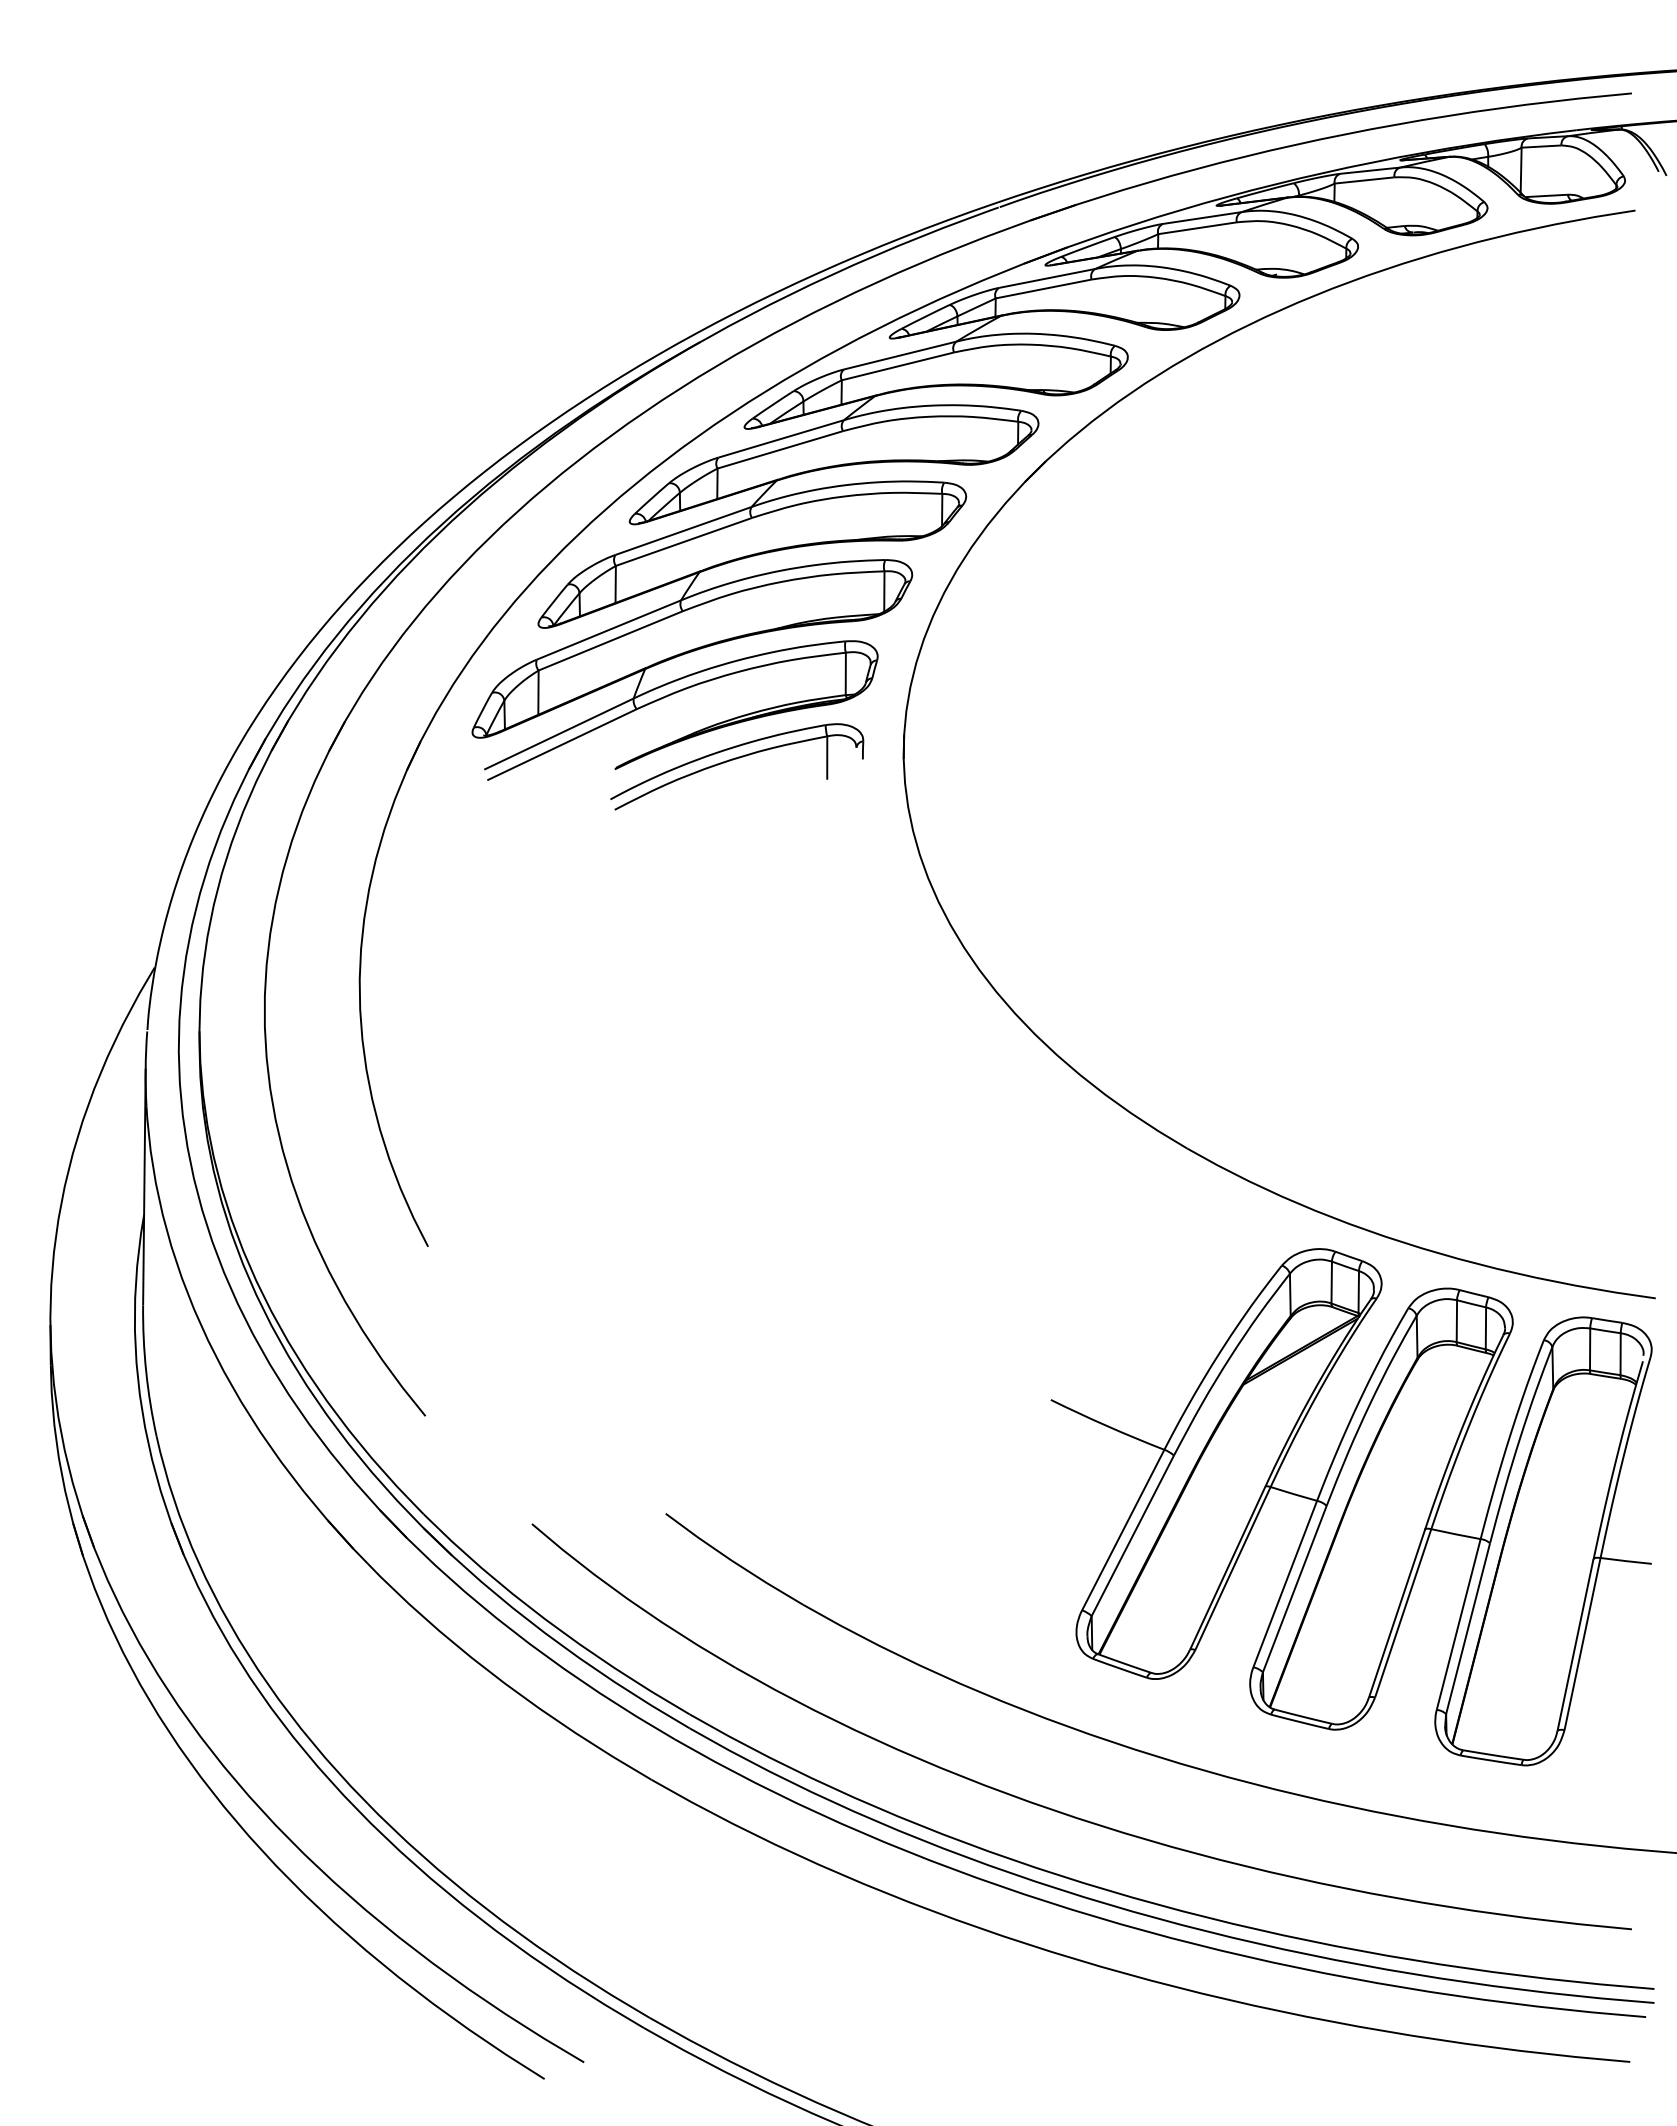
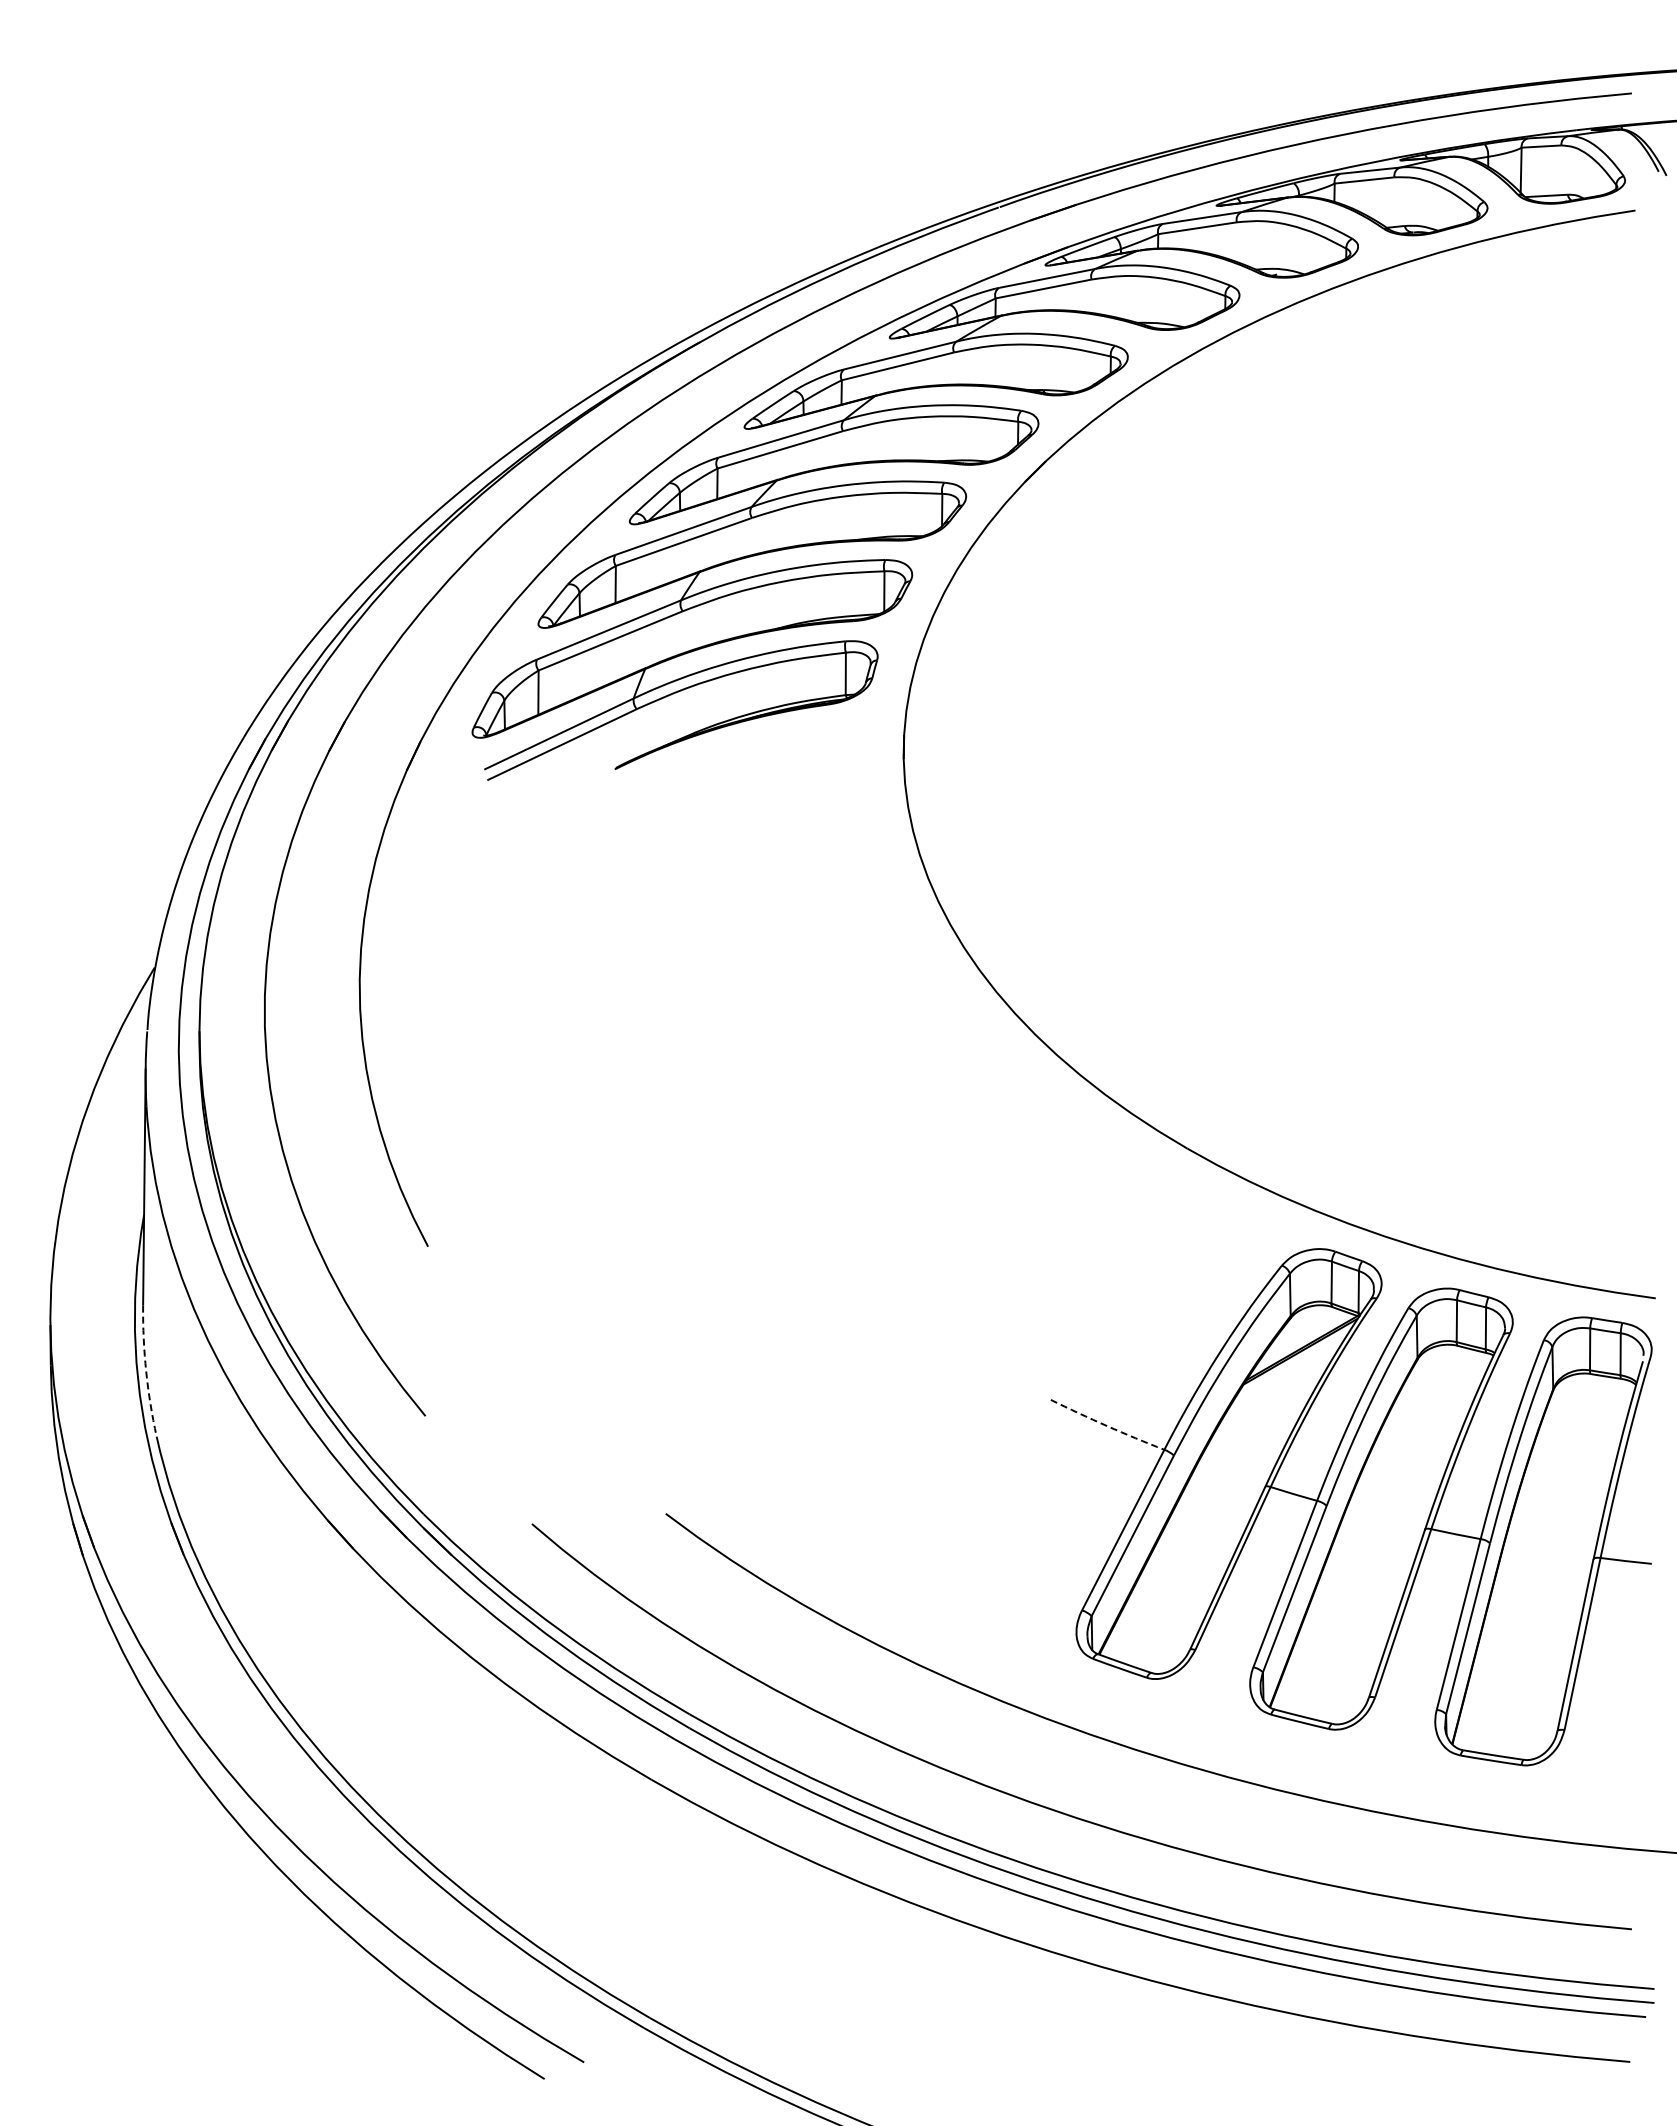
part at (736, 759): present -> none
arc at (146, 1371): solid -> dashed
arc at (1107, 1426): solid -> dashed
